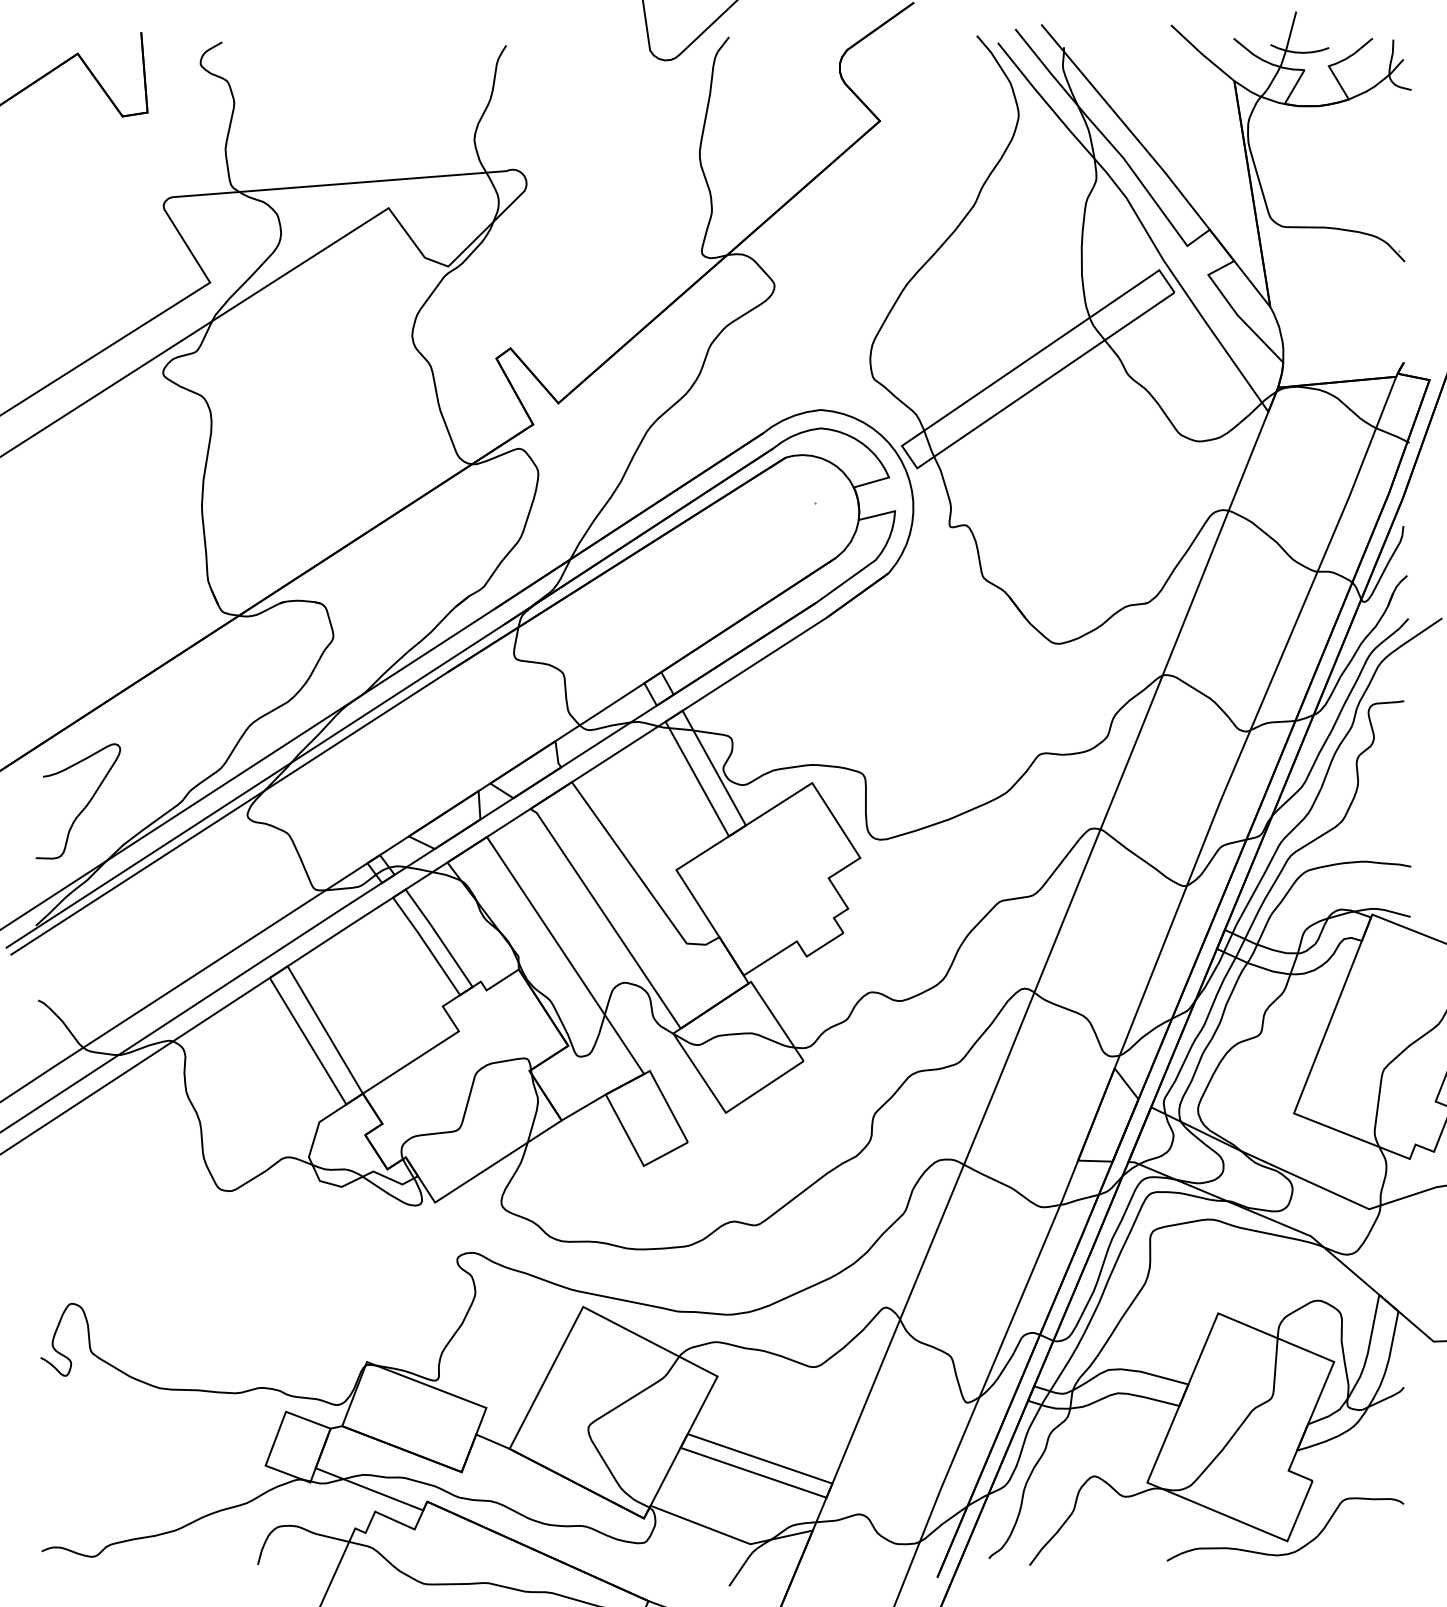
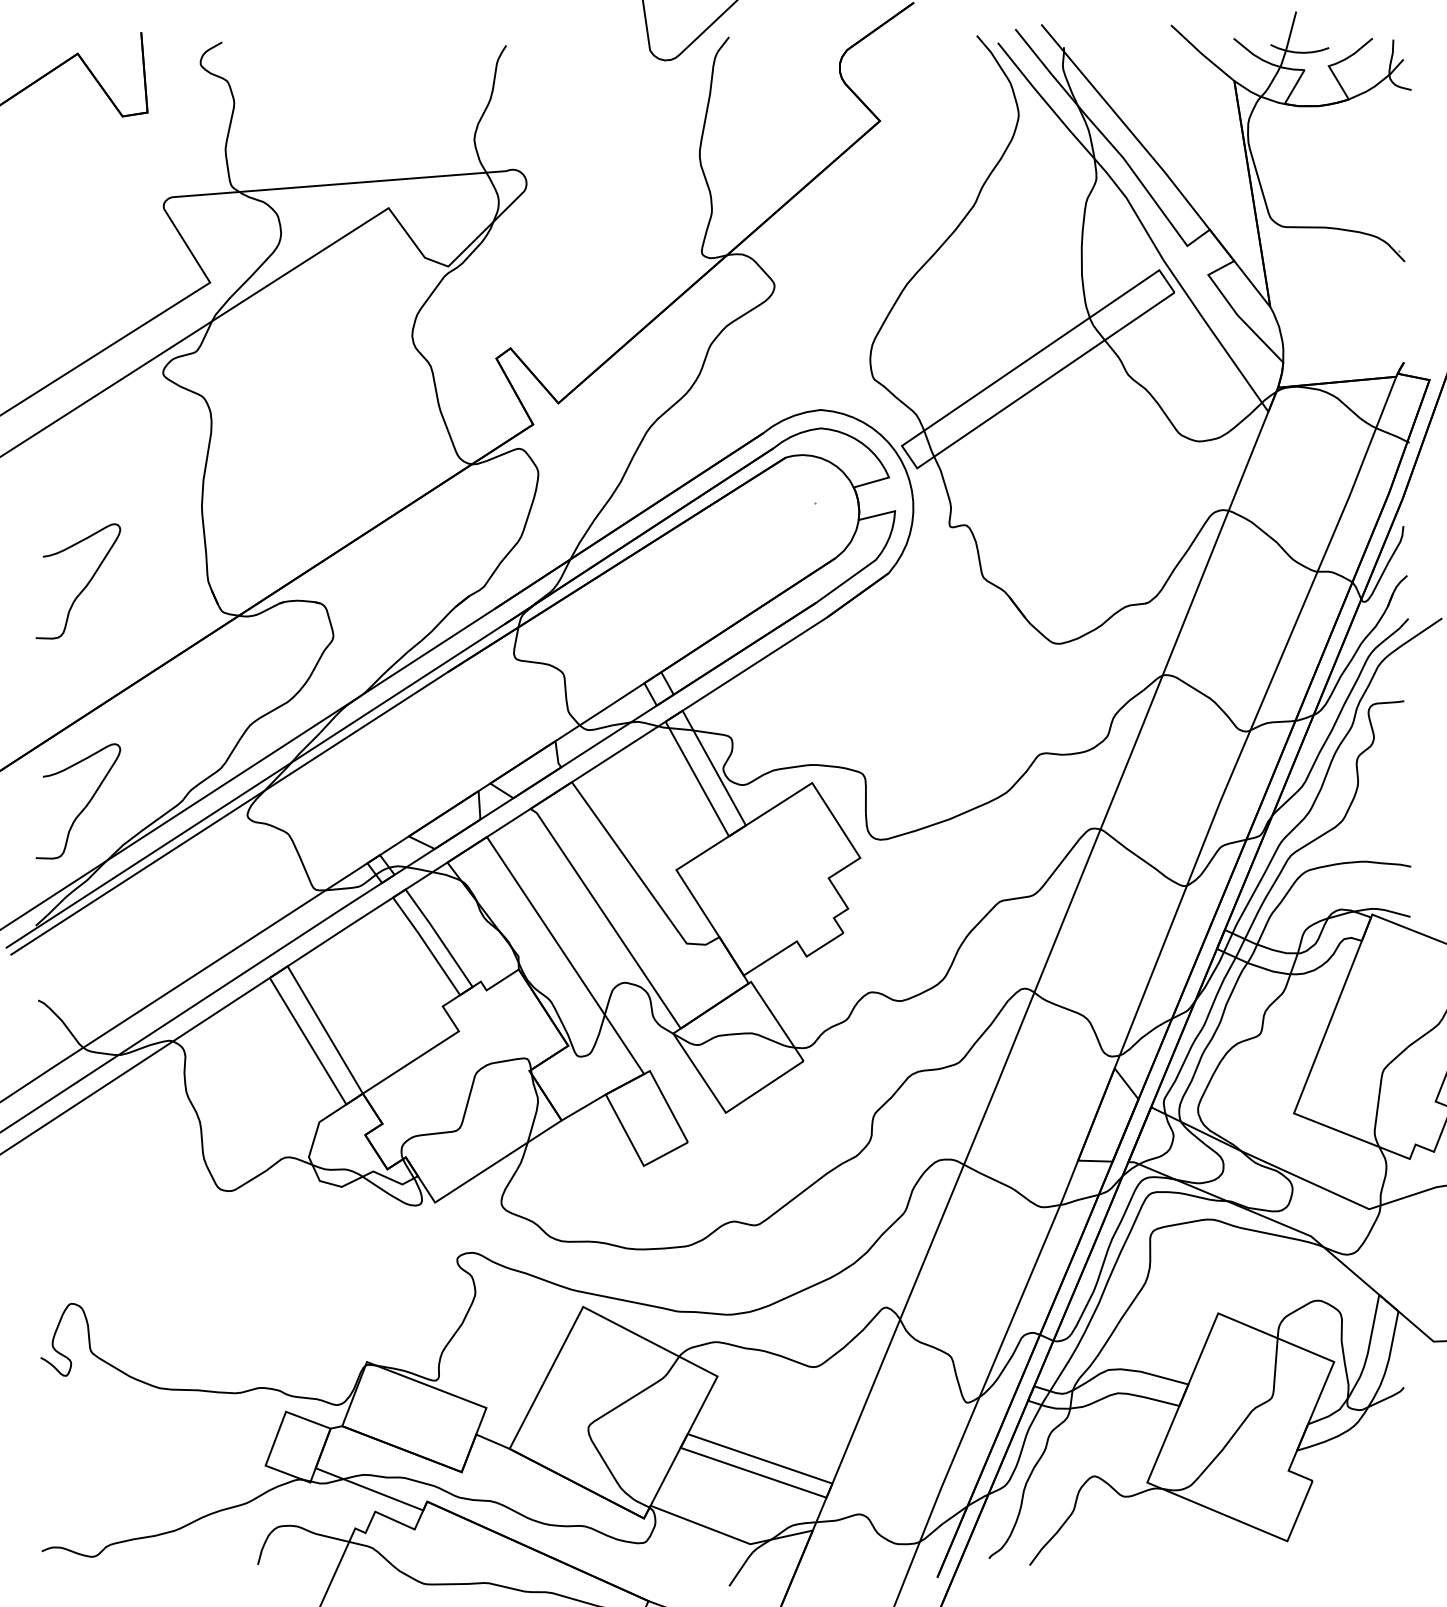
curve at (84, 586): none -> present
curve at (1292, 1551): present -> none
